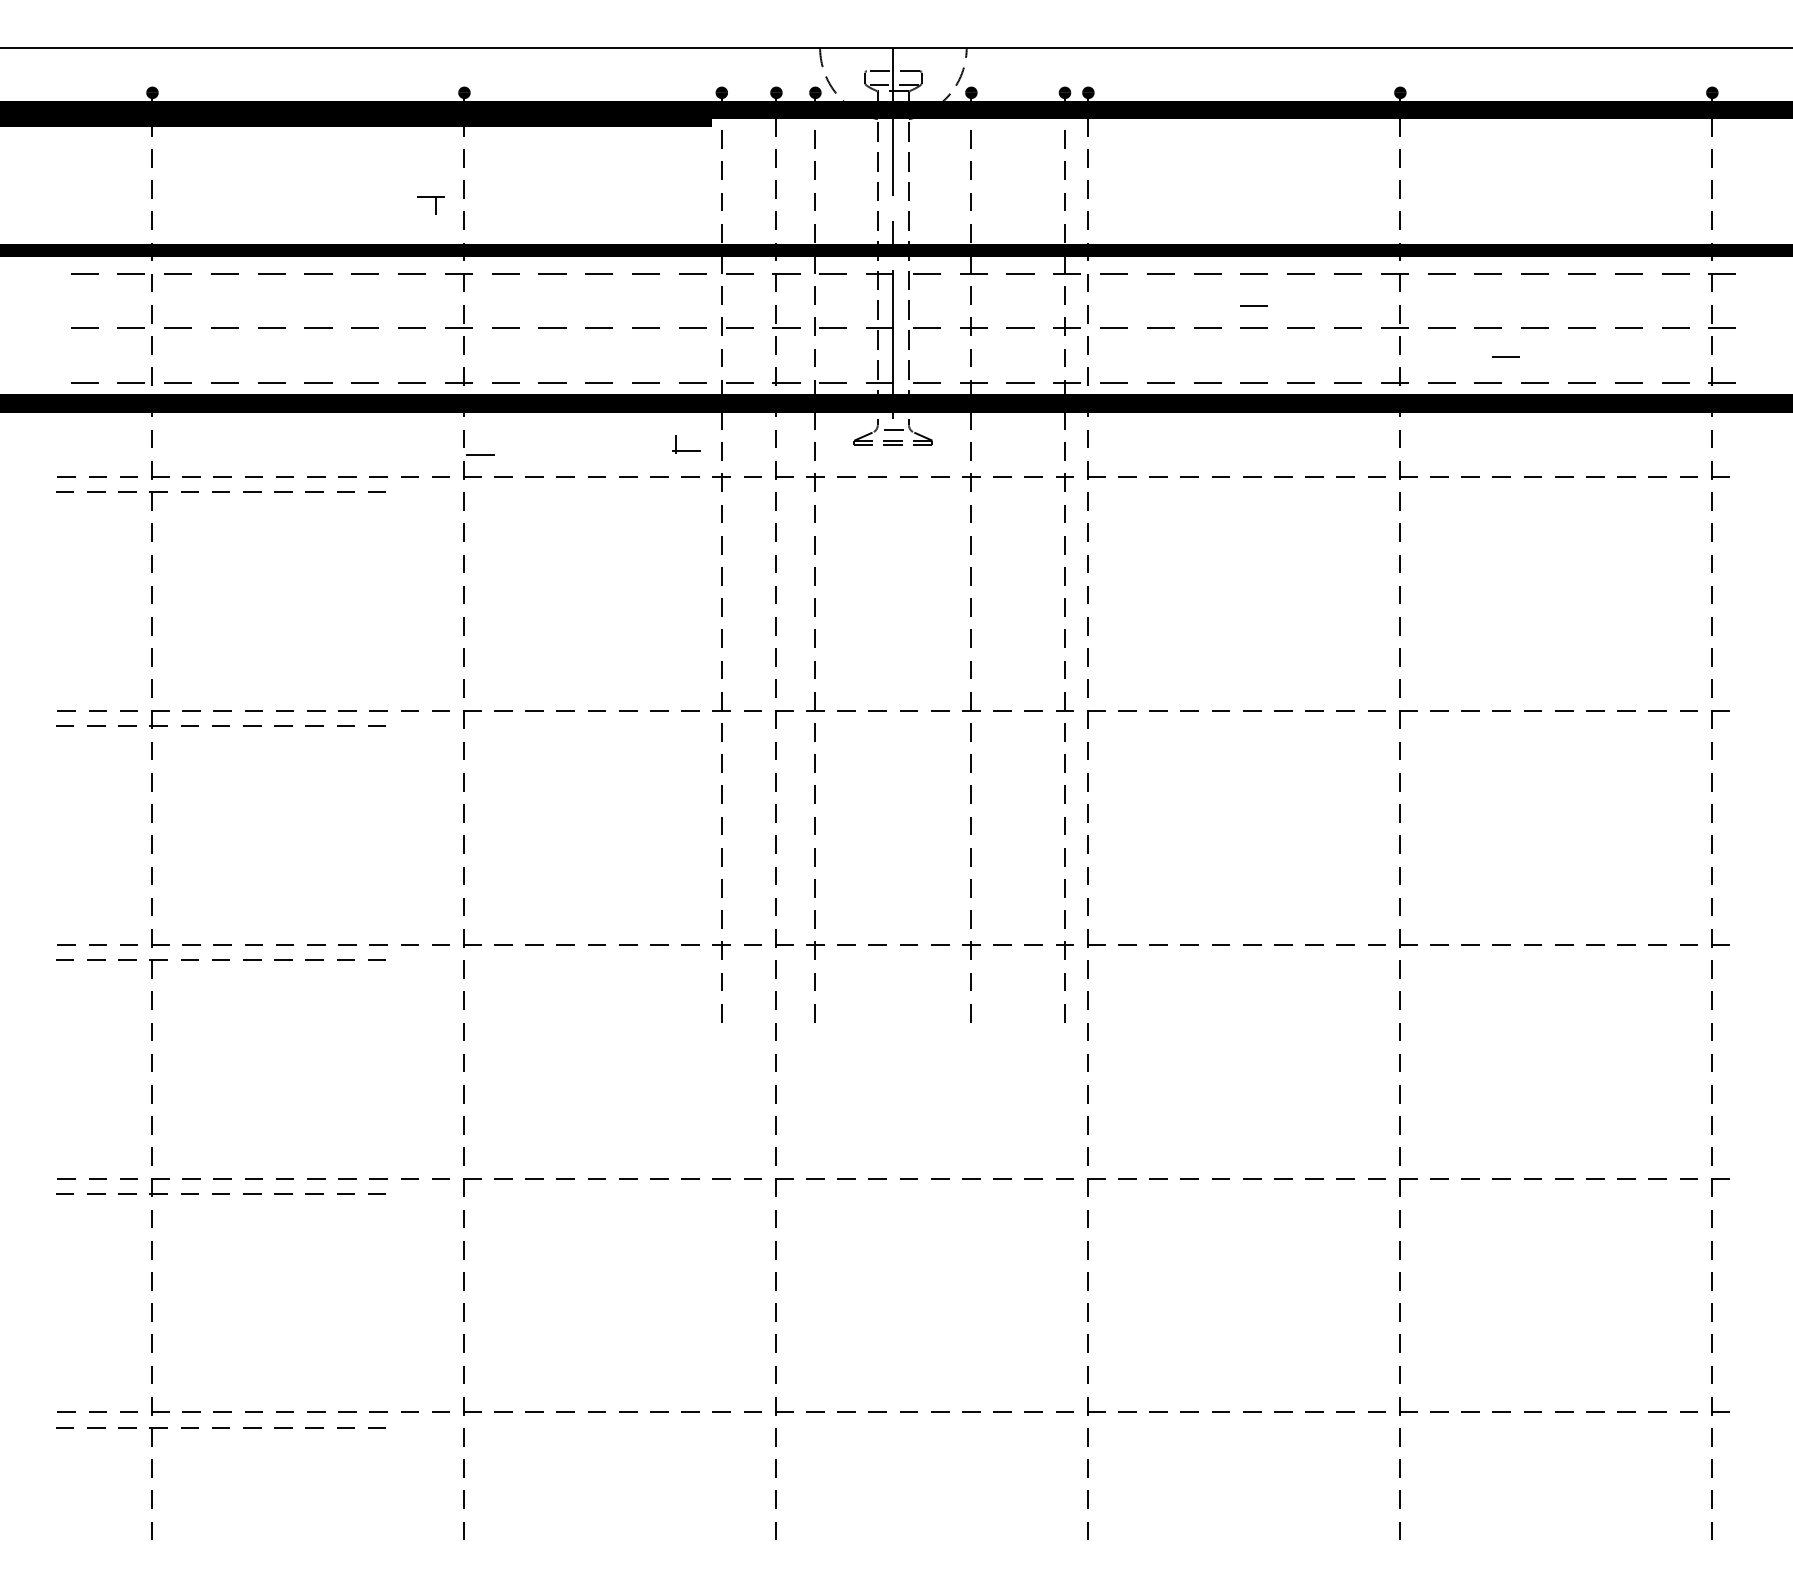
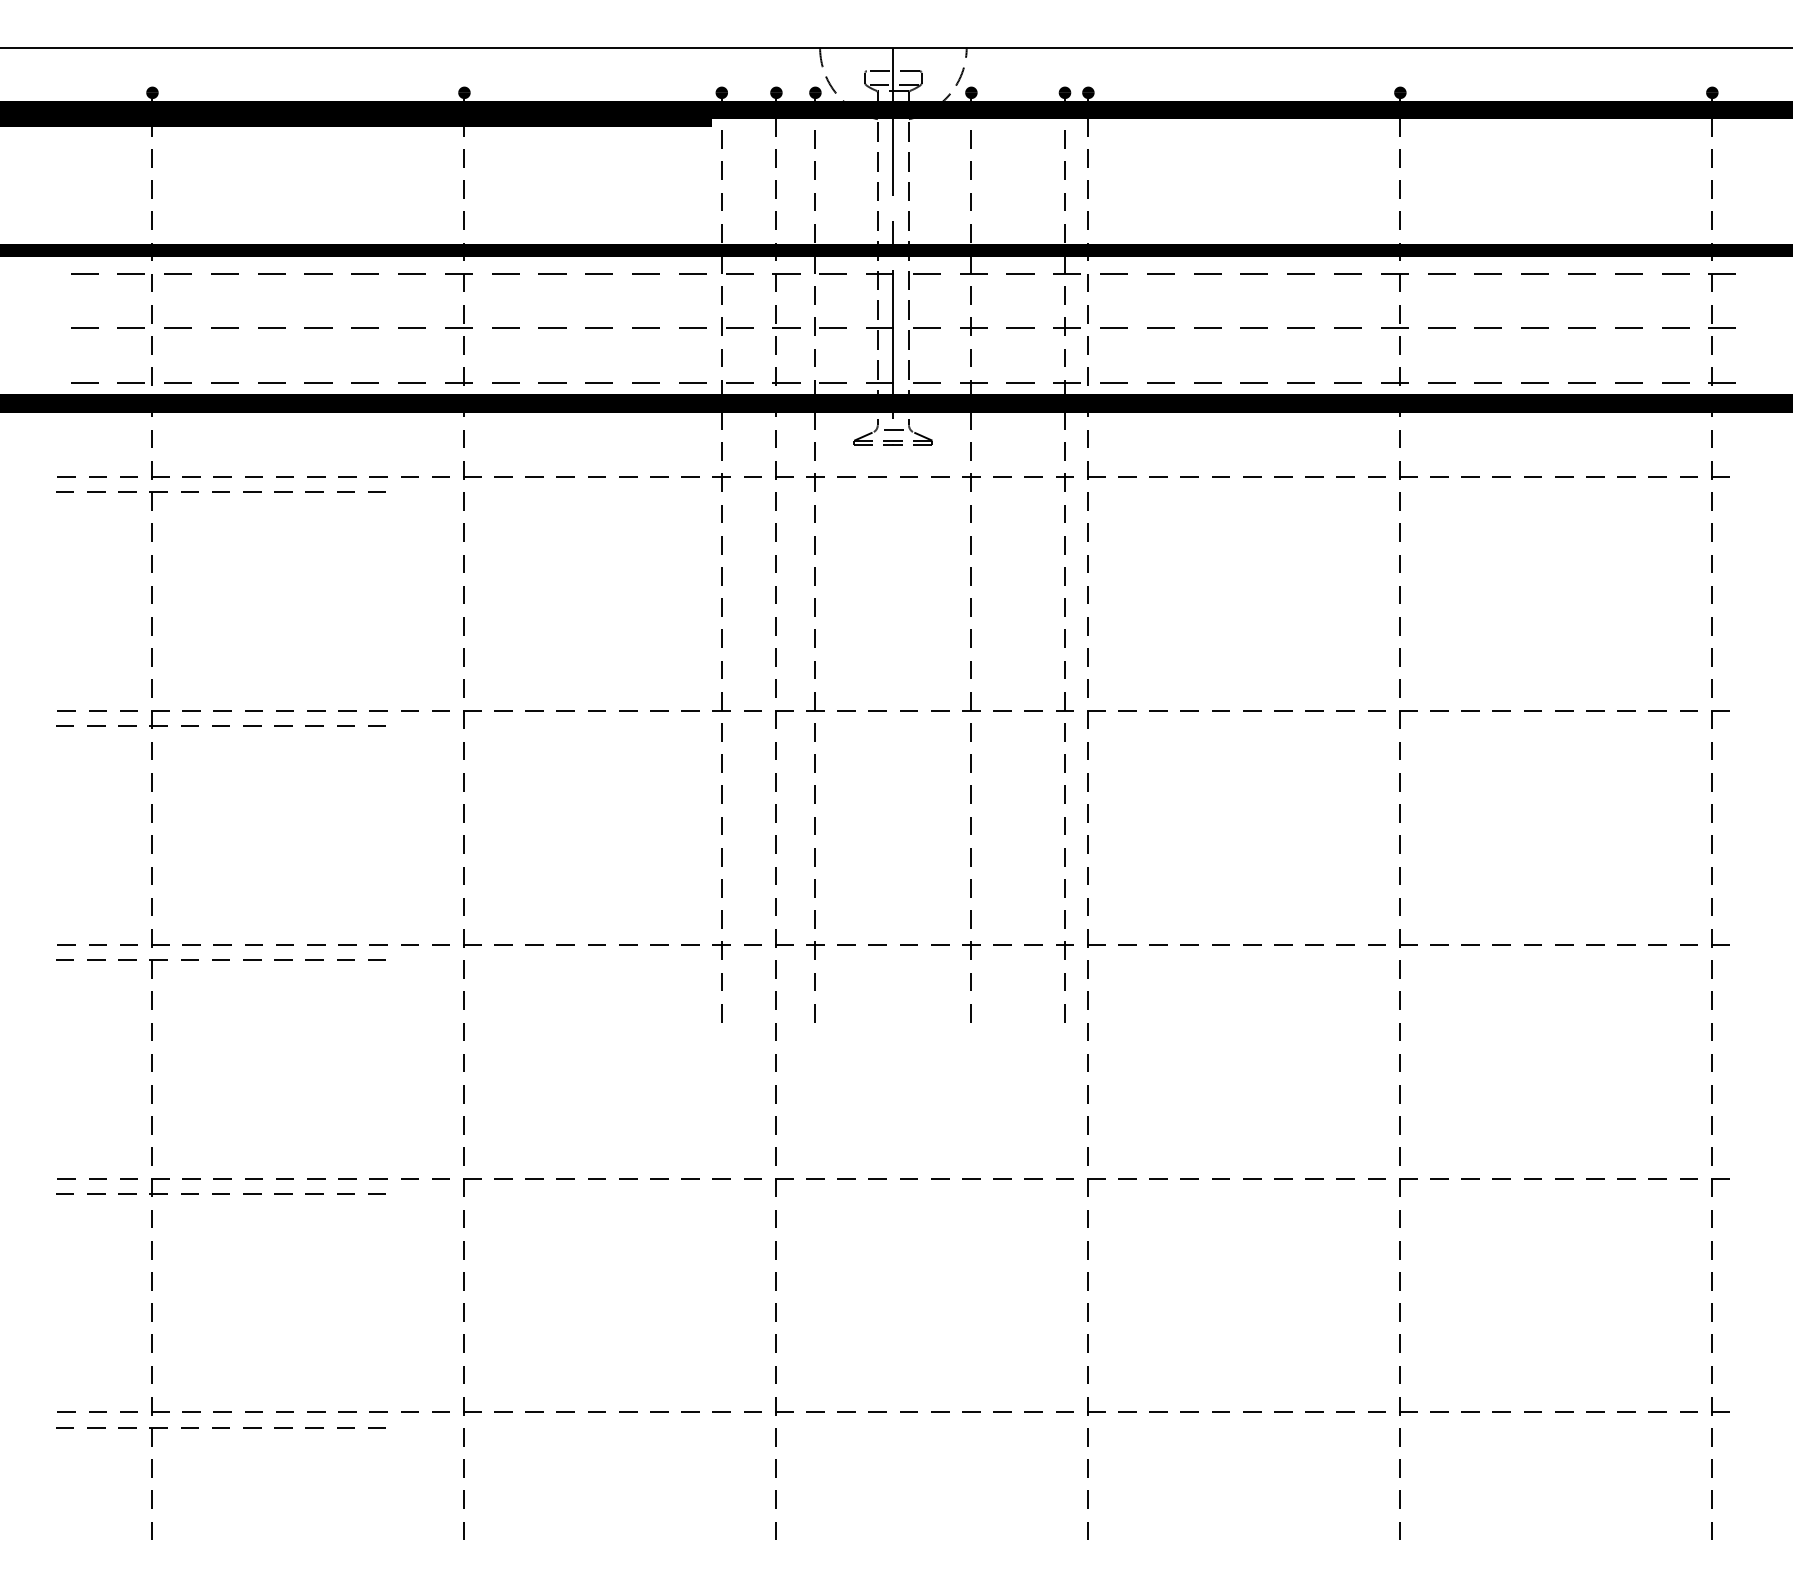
part at (430, 205): present -> none
line at (1253, 305): present -> none
line at (1505, 356): present -> none
part at (686, 444): present -> none
line at (480, 454): present -> none
